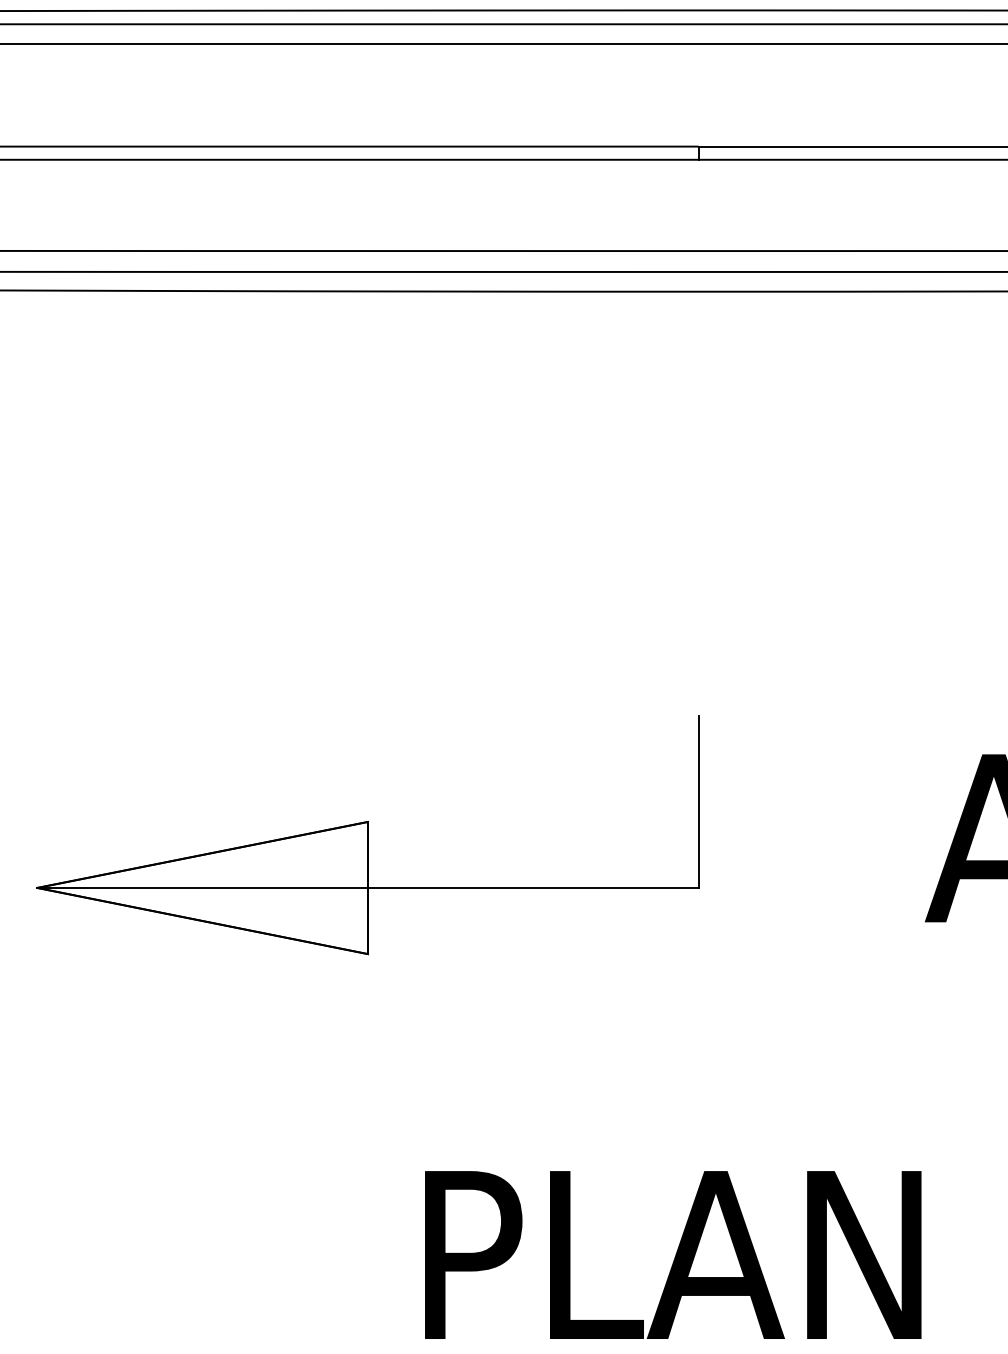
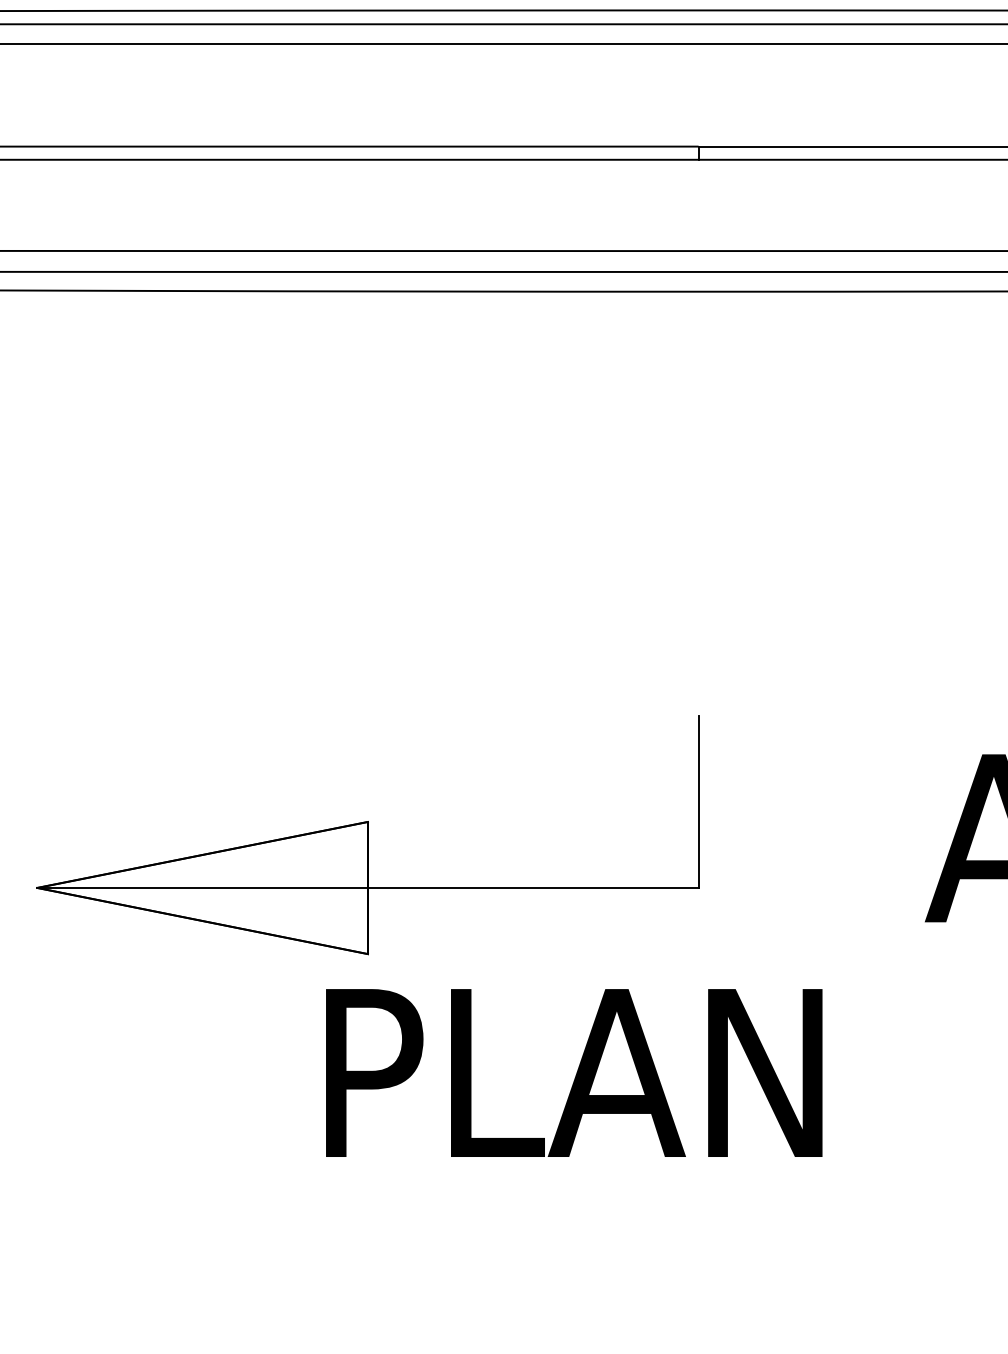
text at (673, 1254) position: (673, 1254) -> (574, 1072)
